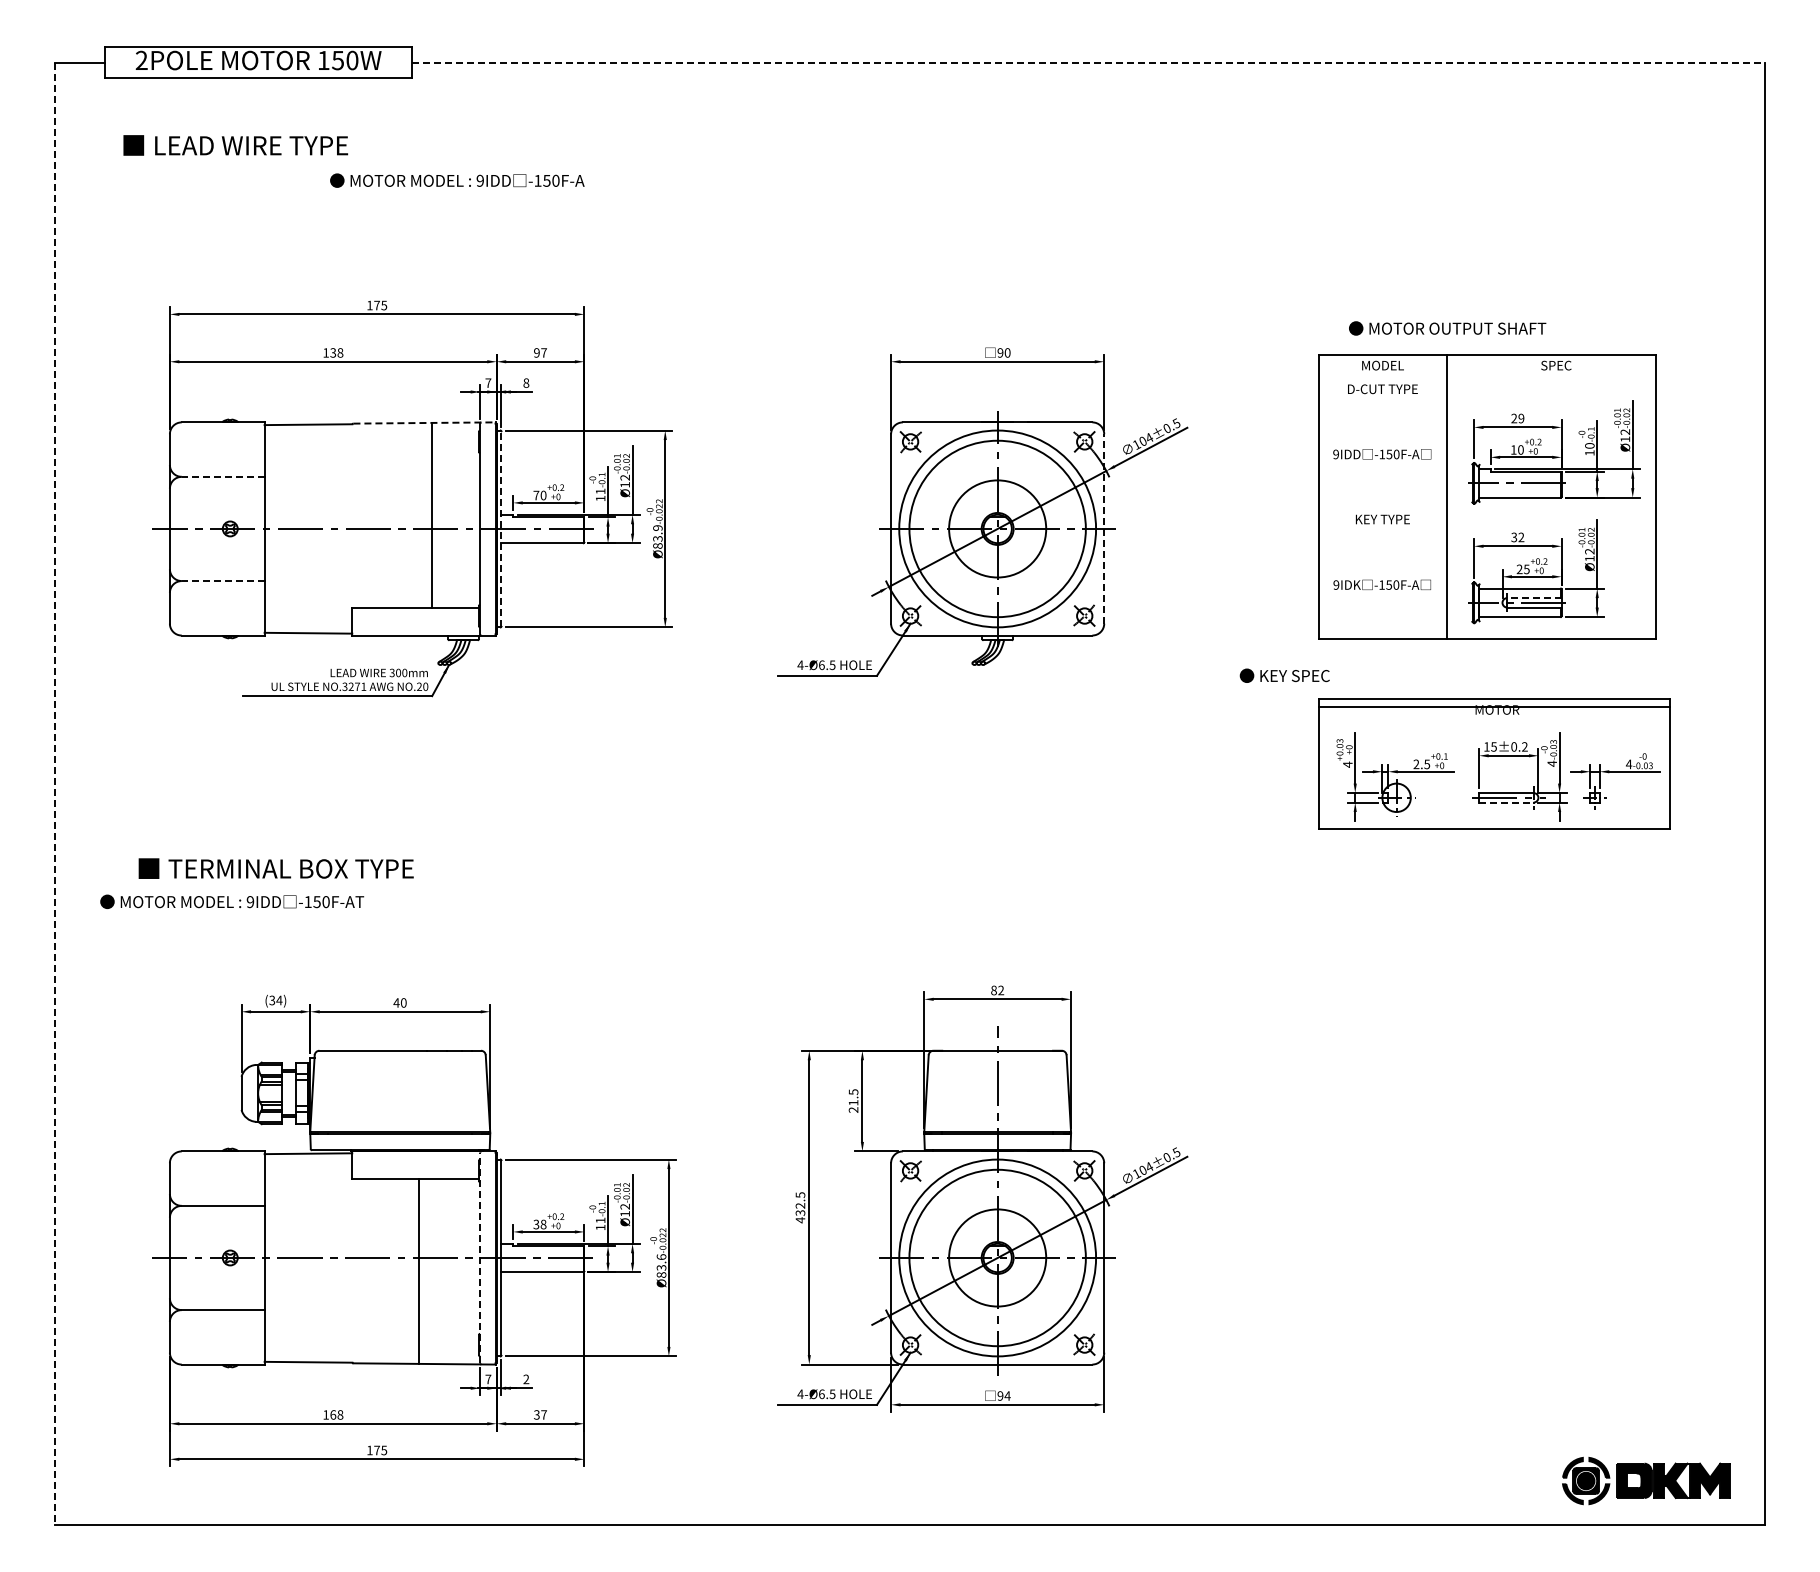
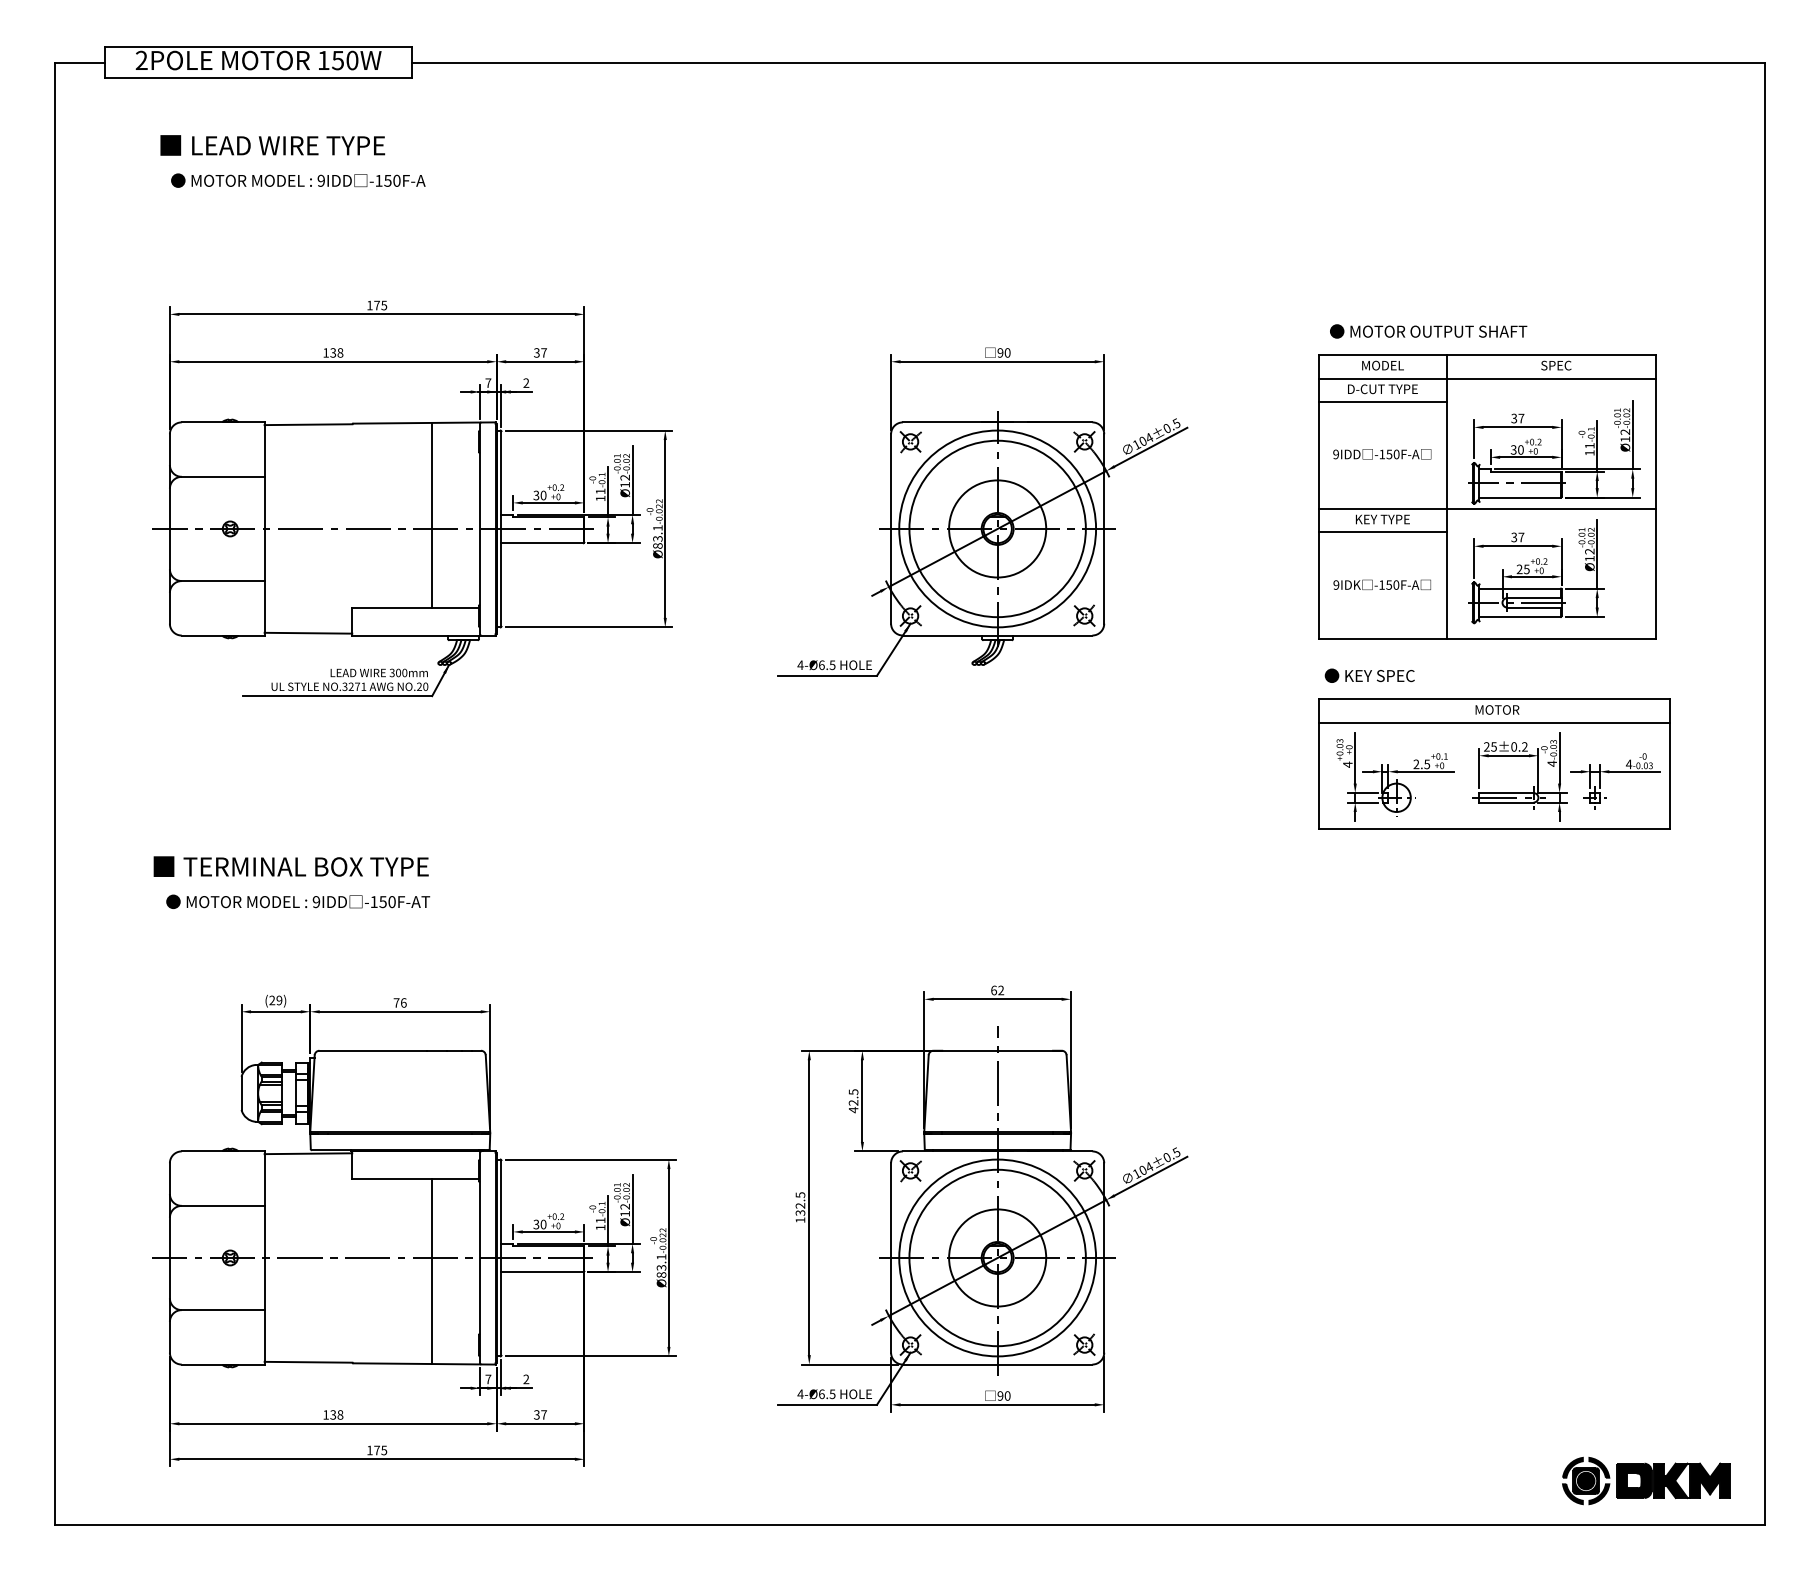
line at (1089, 62): dashed -> solid
text at (235, 145) position: (235, 145) -> (272, 145)
text at (457, 180) position: (457, 180) -> (298, 180)
text at (1447, 328) position: (1447, 328) -> (1428, 331)
text at (536, 352): 97 -> 37
line at (1486, 378): none -> present
text at (526, 382): 8 -> 2
line at (1382, 402): none -> present
text at (1517, 418): 29 -> 37
line at (424, 423): dashed -> solid
text at (1589, 445): 10 -> 11
text at (1513, 449): 10 -> 30
line at (222, 476): dashed -> solid
text at (536, 495): 70 -> 30
line at (1486, 508): none -> present
text at (657, 527): Ø83.9 -> Ø83.1
line at (501, 528): dashed -> solid
line at (1104, 528): dashed -> solid
line at (1382, 532): none -> present
text at (1521, 537): 32 -> 37
line at (222, 581): dashed -> solid
line at (1533, 598): dashed -> solid
text at (1284, 675) position: (1284, 675) -> (1369, 675)
line at (1493, 706) position: (1493, 706) -> (1493, 722)
text at (1486, 746): 15 -> 25
line at (54, 793): dashed -> solid
line at (1506, 802): dashed -> solid
text at (275, 868) position: (275, 868) -> (290, 866)
text at (232, 901) position: (232, 901) -> (298, 901)
text at (993, 990): 82 -> 62
text at (275, 1000): (34) -> (29)
text at (399, 1002): 40 -> 76
text at (853, 1106): 21.5 -> 42.5
text at (800, 1220): 432.5 -> 132.5
text at (543, 1224): 38 -> 30
text at (661, 1256): Ø83.6 -> Ø83.1
line at (480, 1257): dashed -> solid
line at (418, 1271) position: (418, 1271) -> (431, 1271)
text at (1007, 1395): 94 -> 90
text at (333, 1414): 168 -> 138
